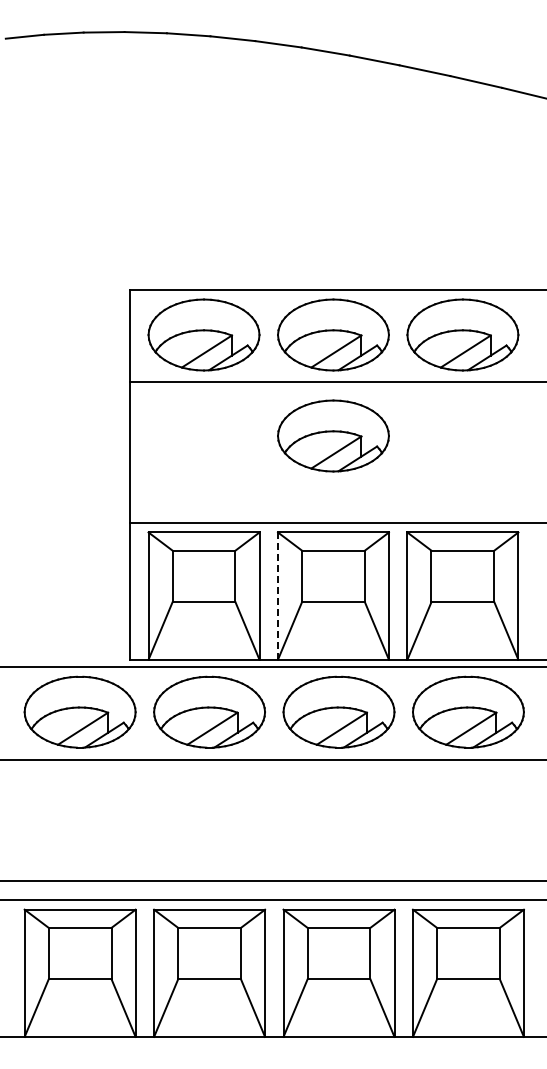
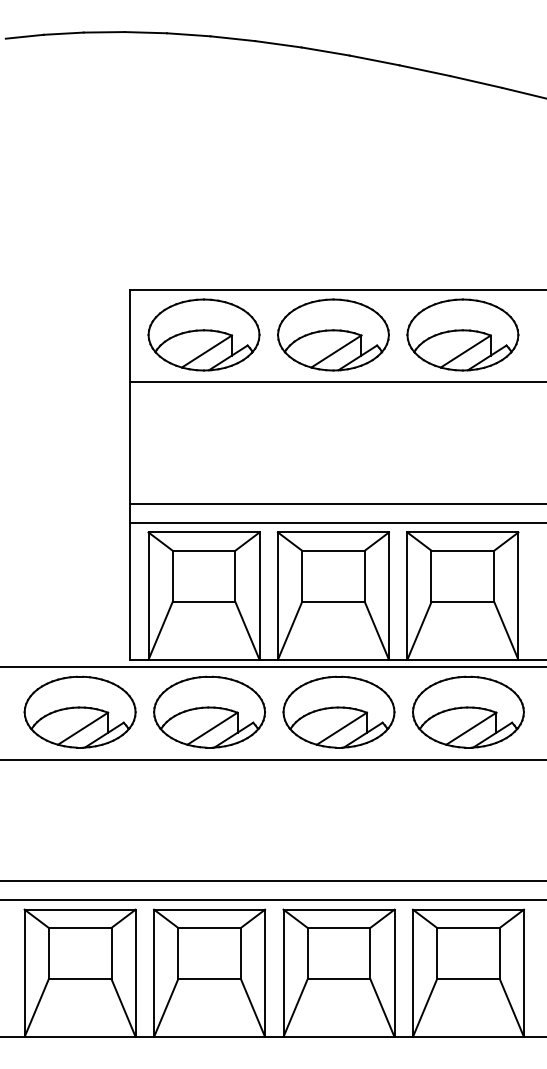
part at (333, 435): present -> none
line at (336, 503): none -> present
line at (278, 596): dashed -> solid
